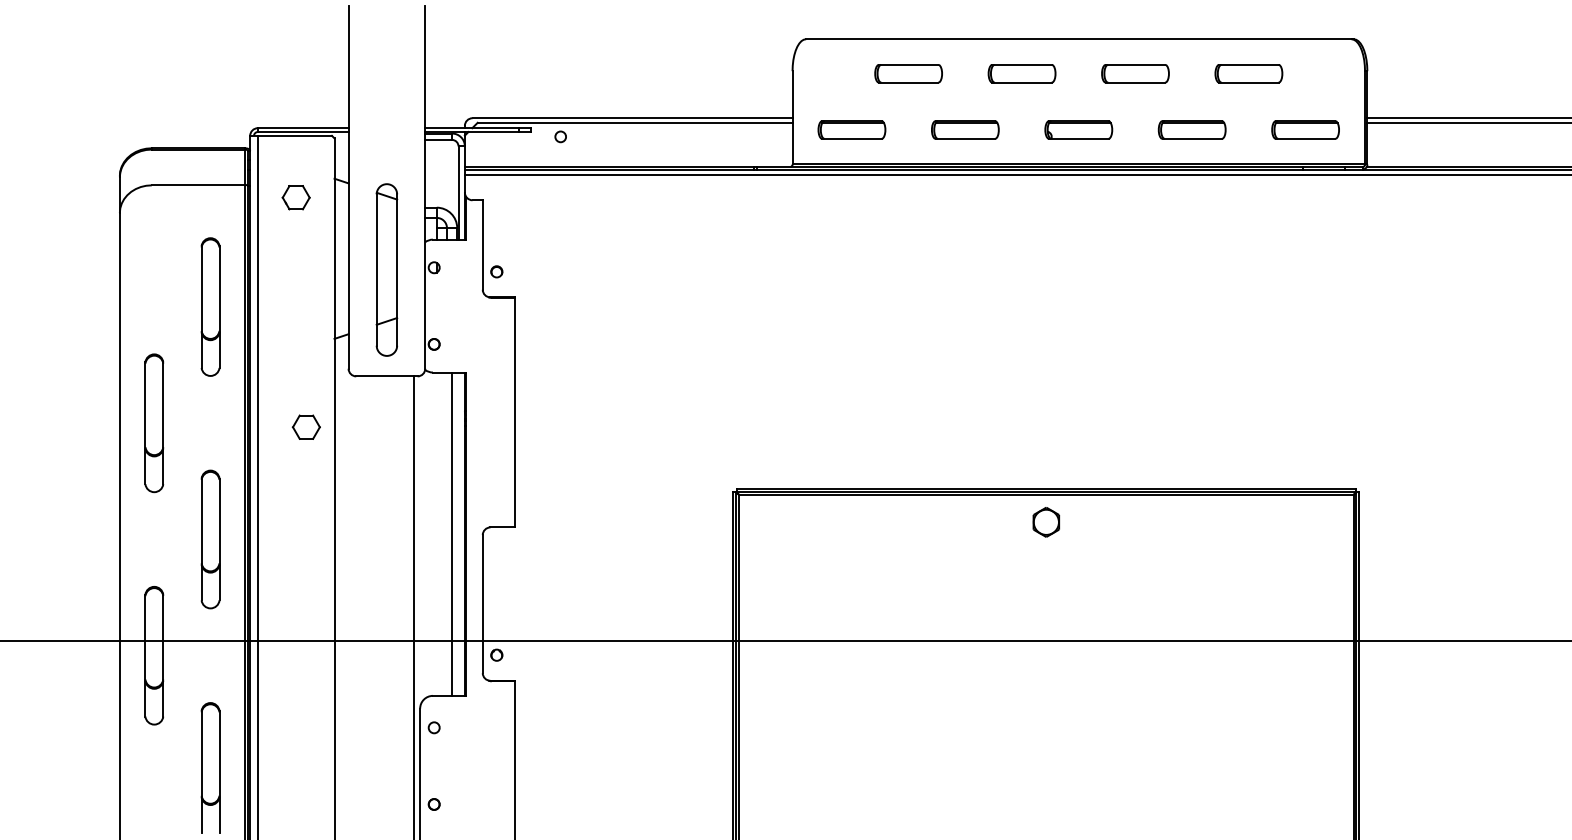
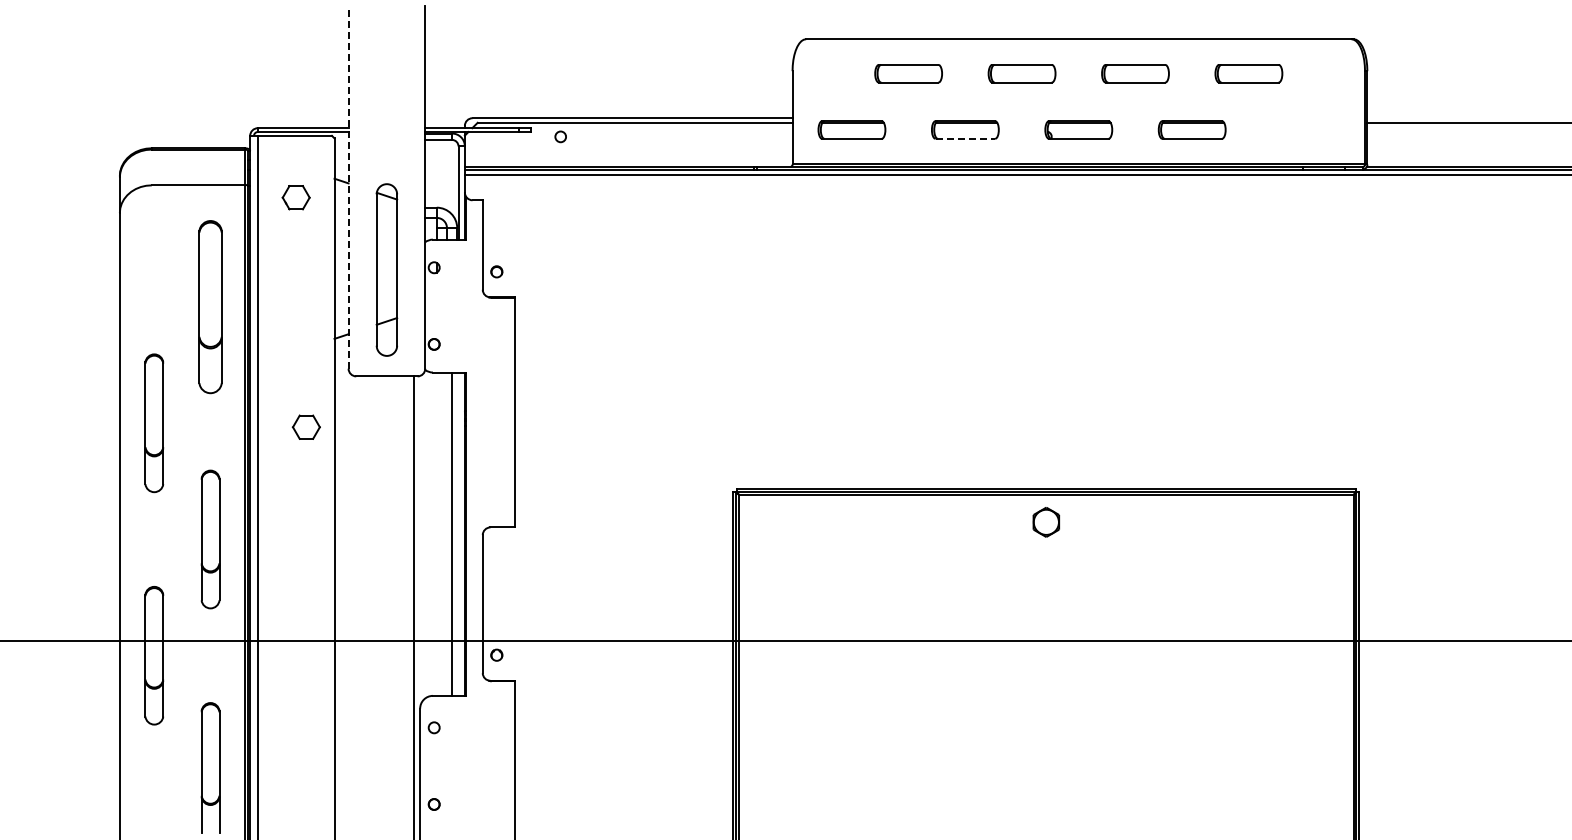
line at (1467, 118): present -> none
part at (1305, 129): present -> none
line at (965, 138): solid -> dashed
line at (348, 186): solid -> dashed
part at (210, 306) size: 21x140 px -> 25x175 px
